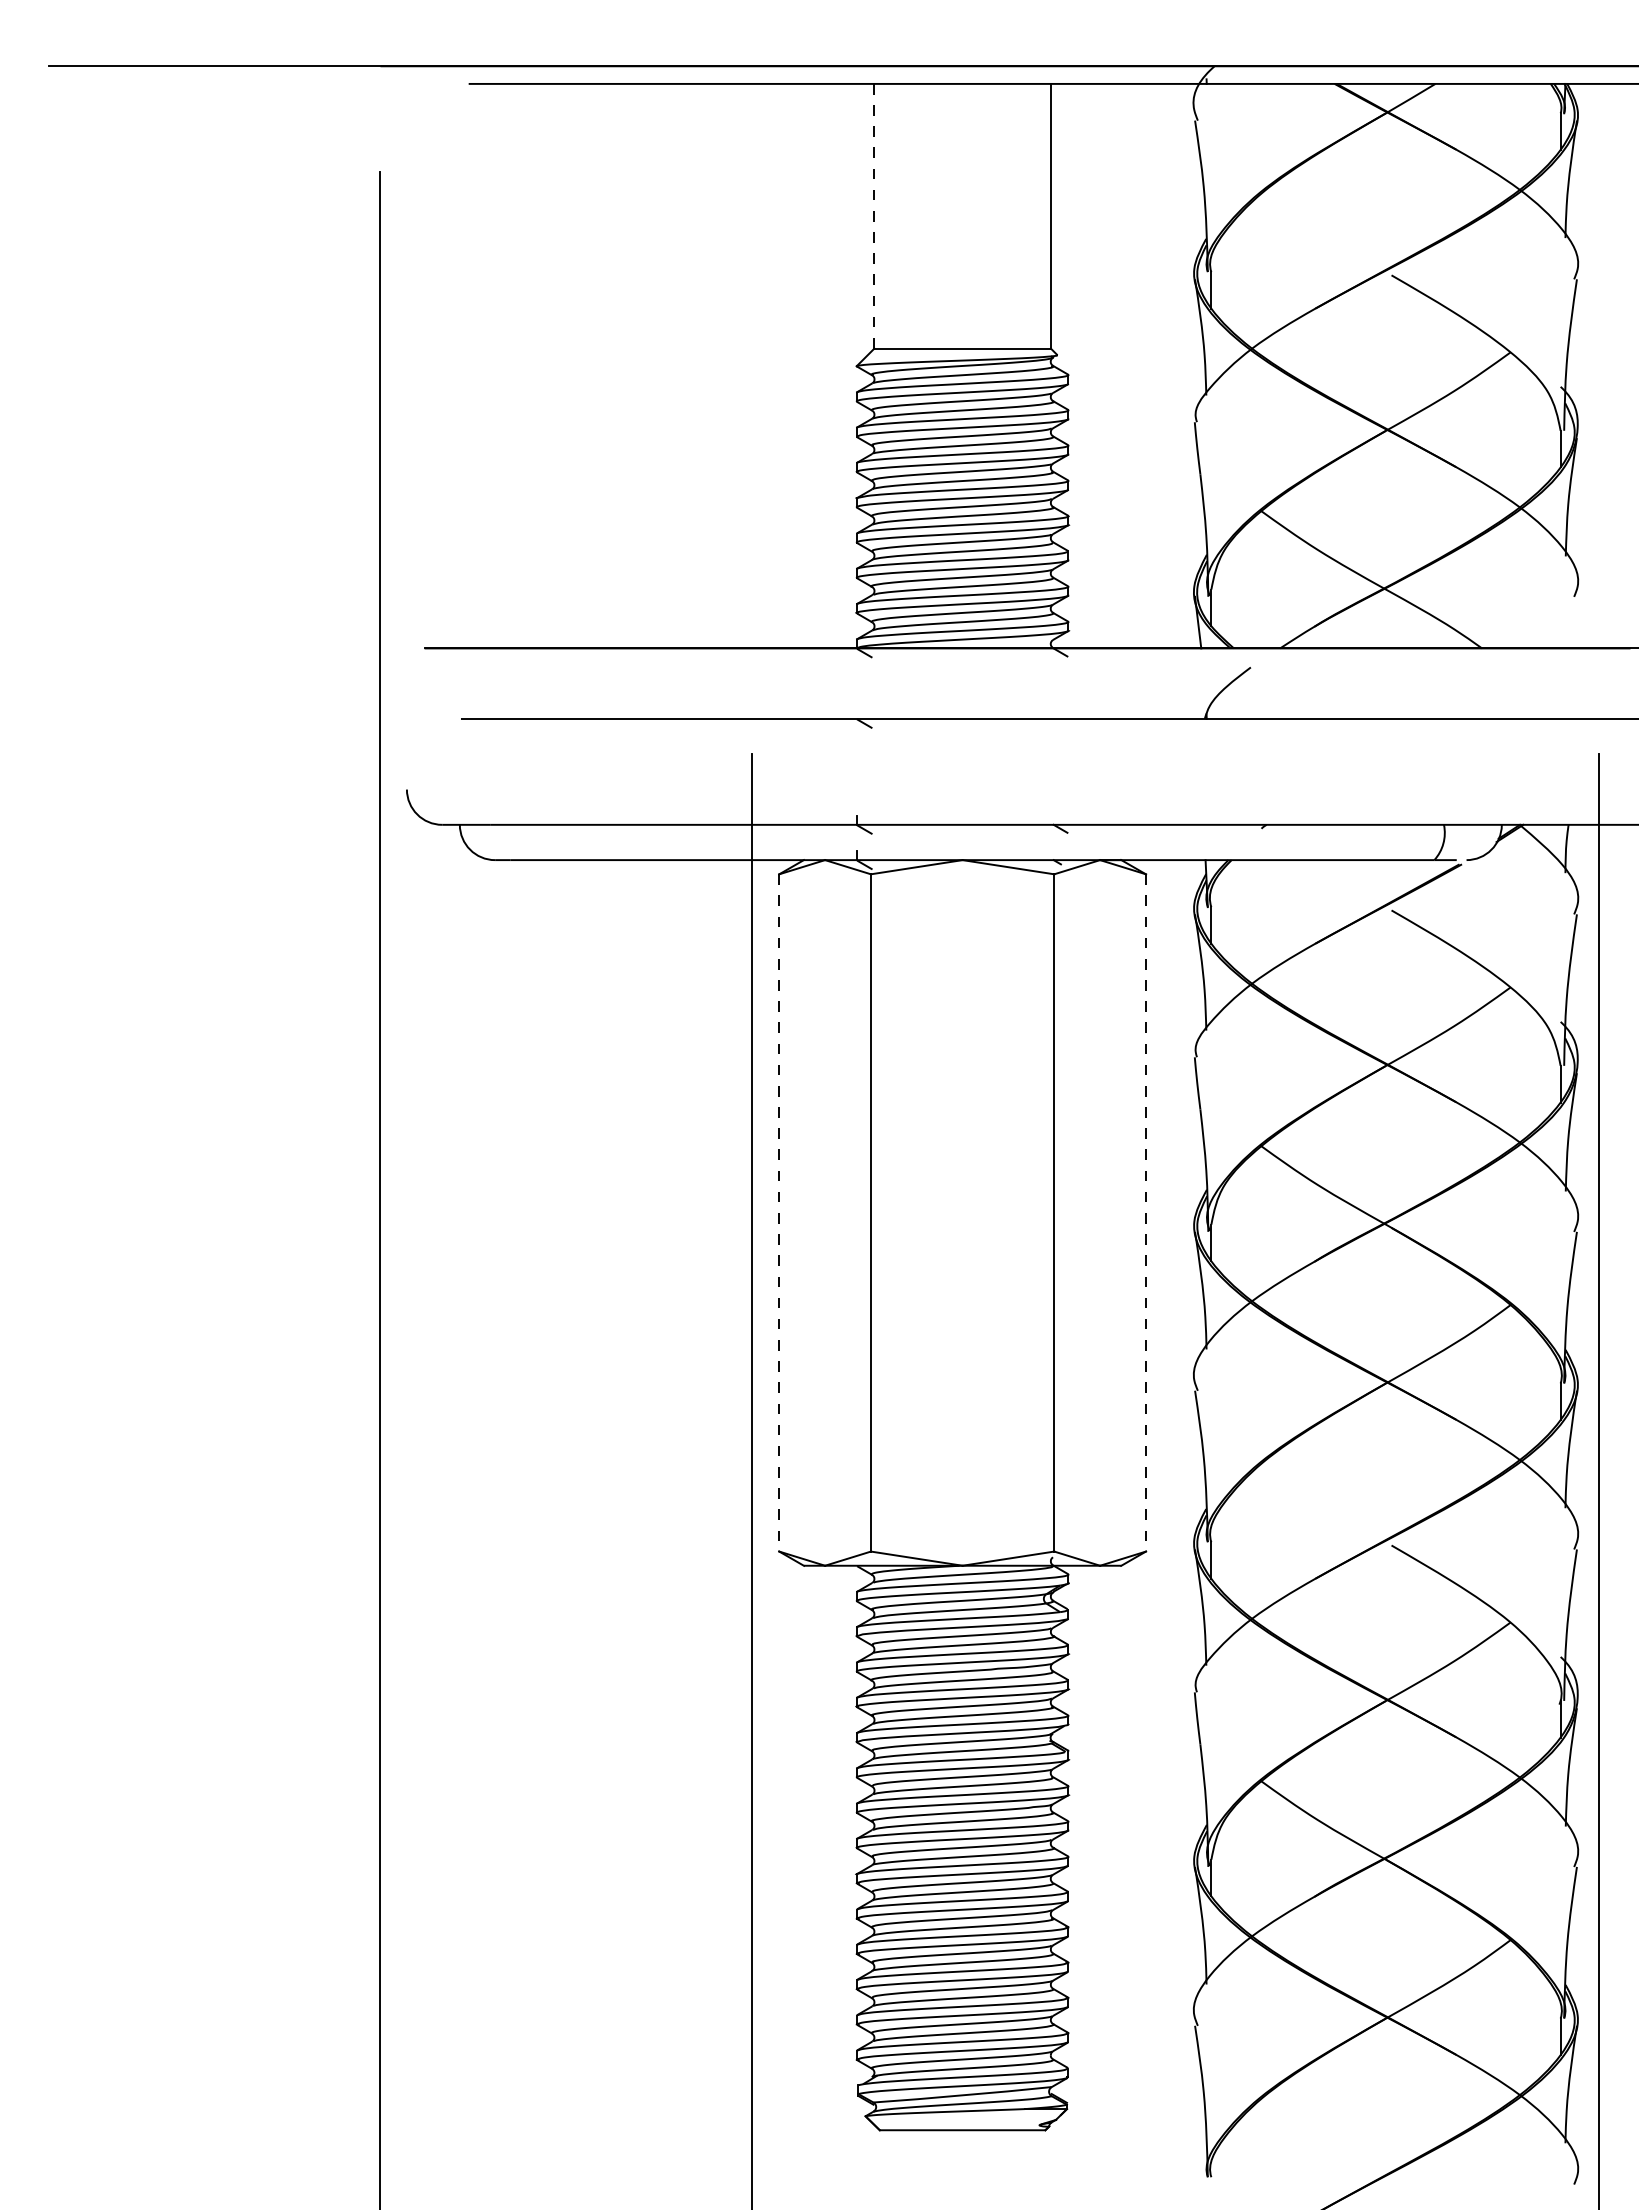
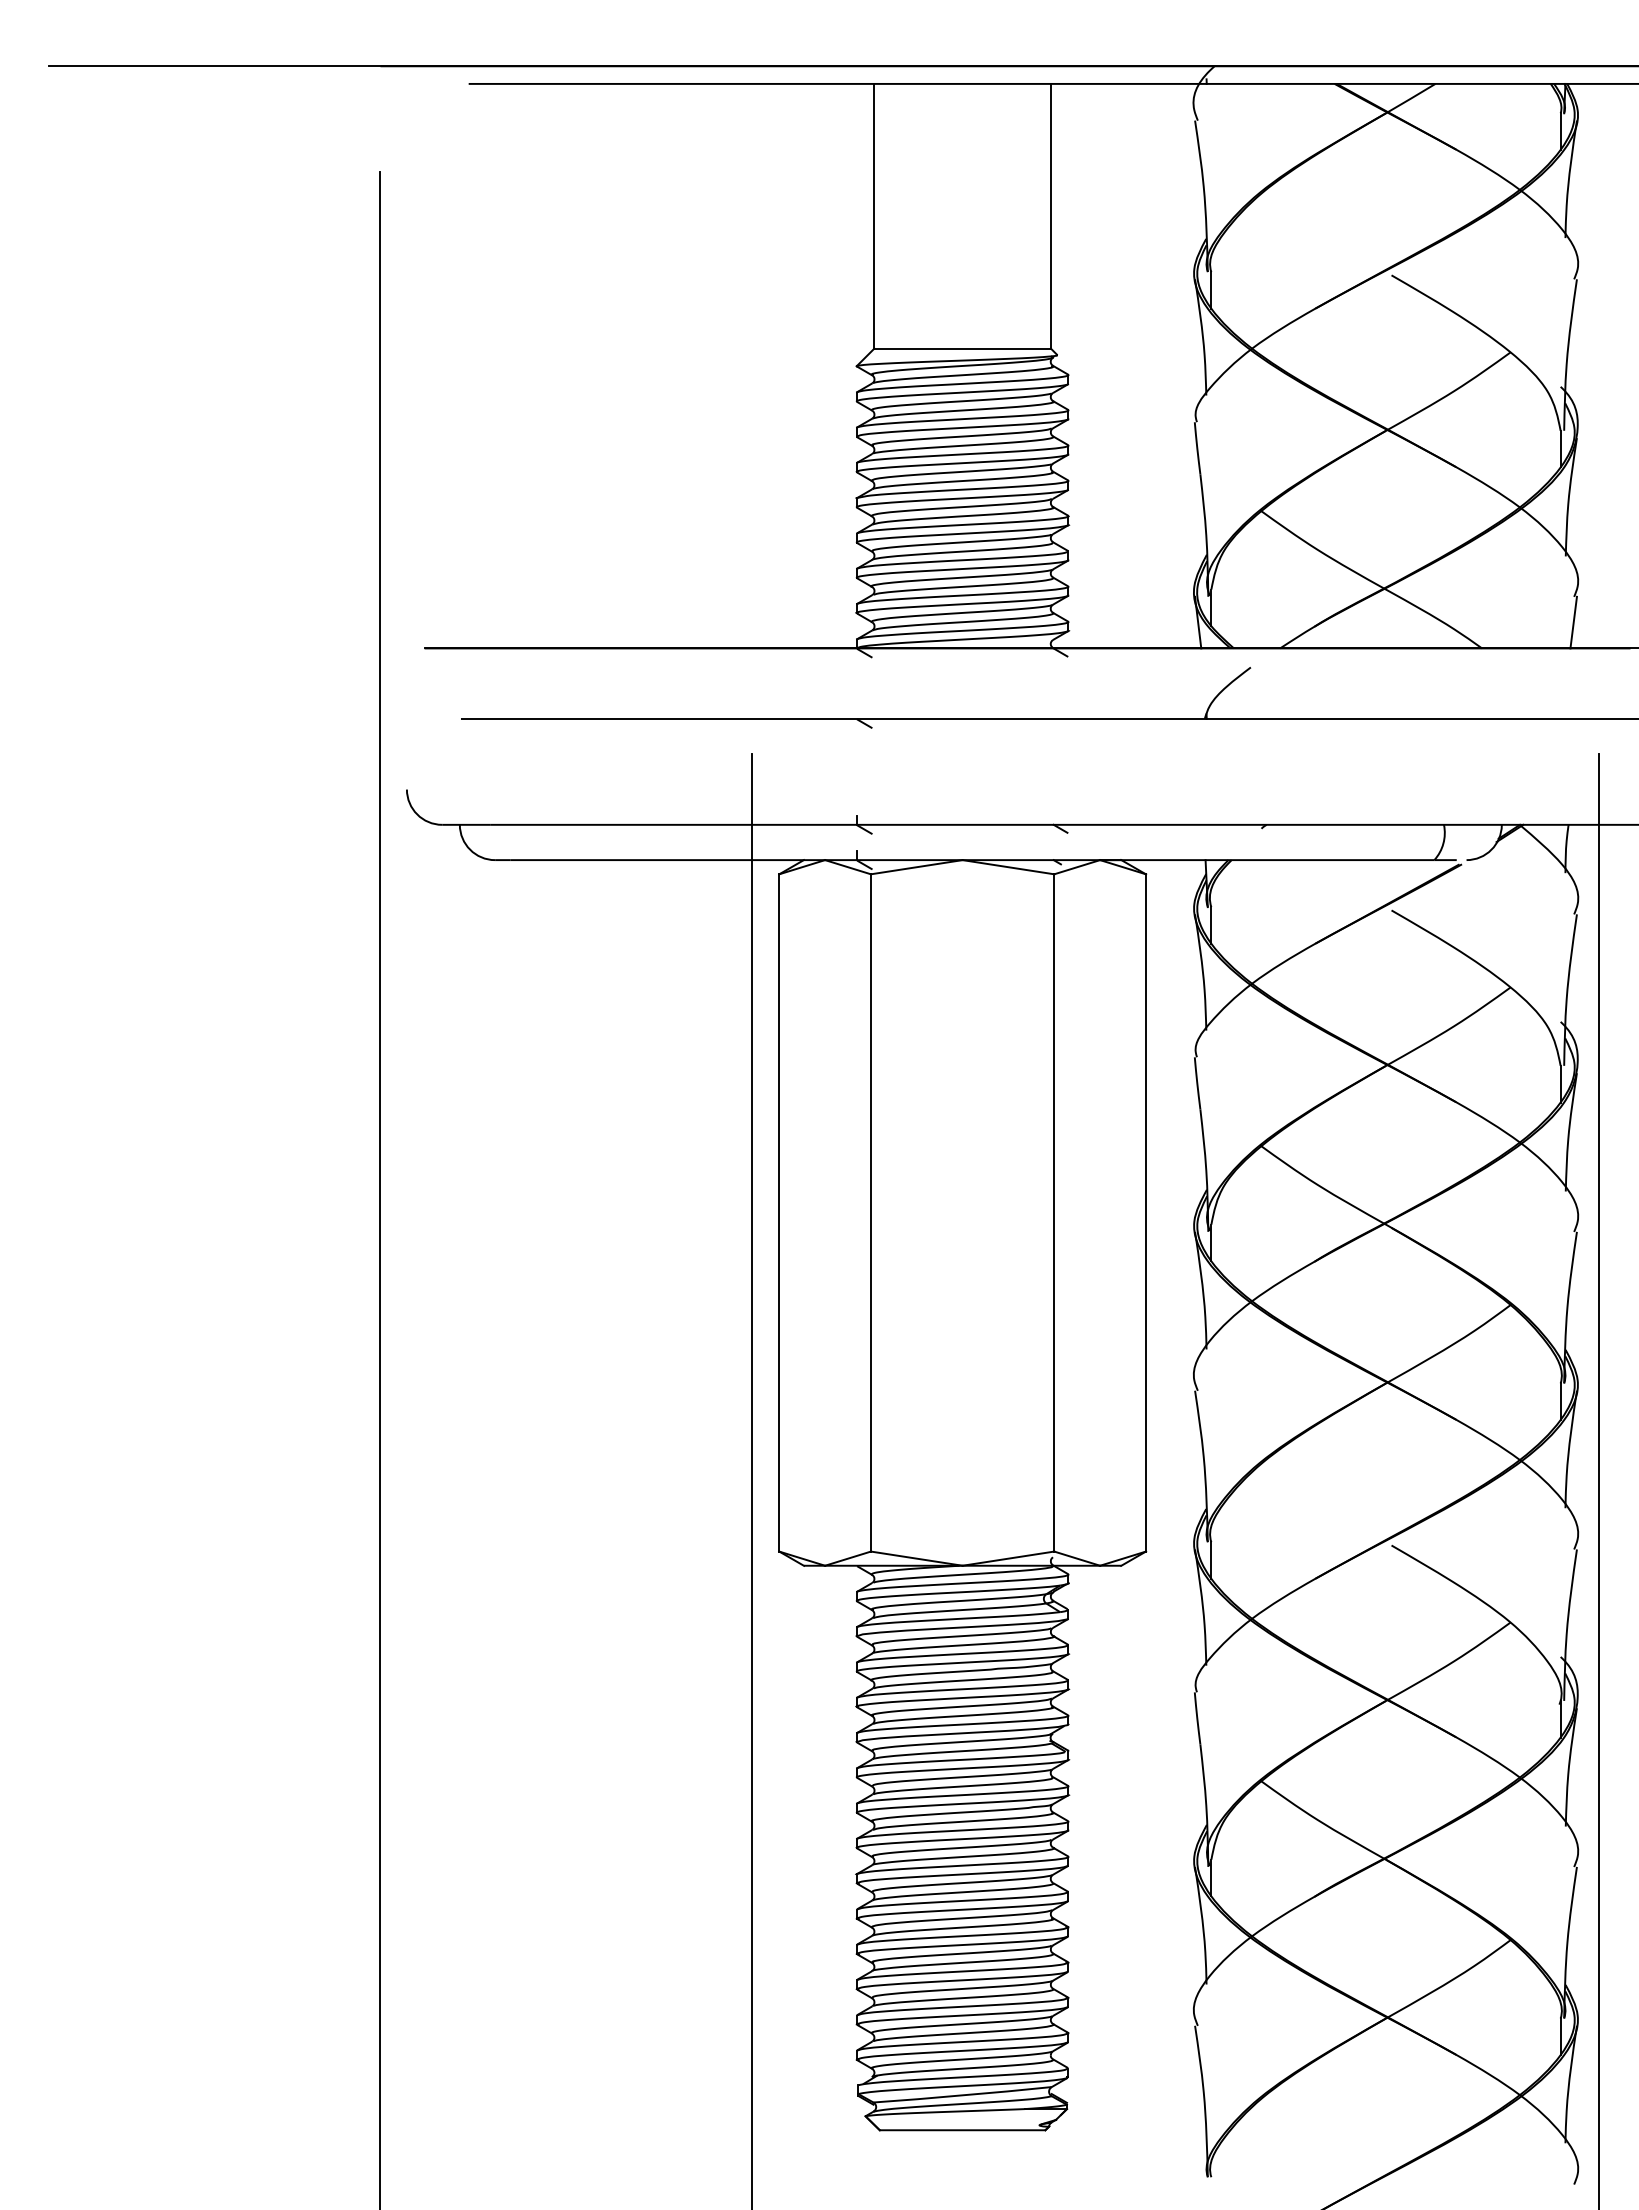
line at (874, 216): dashed -> solid
line at (1573, 622): none -> present
line at (779, 1212): dashed -> solid
line at (1145, 1212): dashed -> solid
